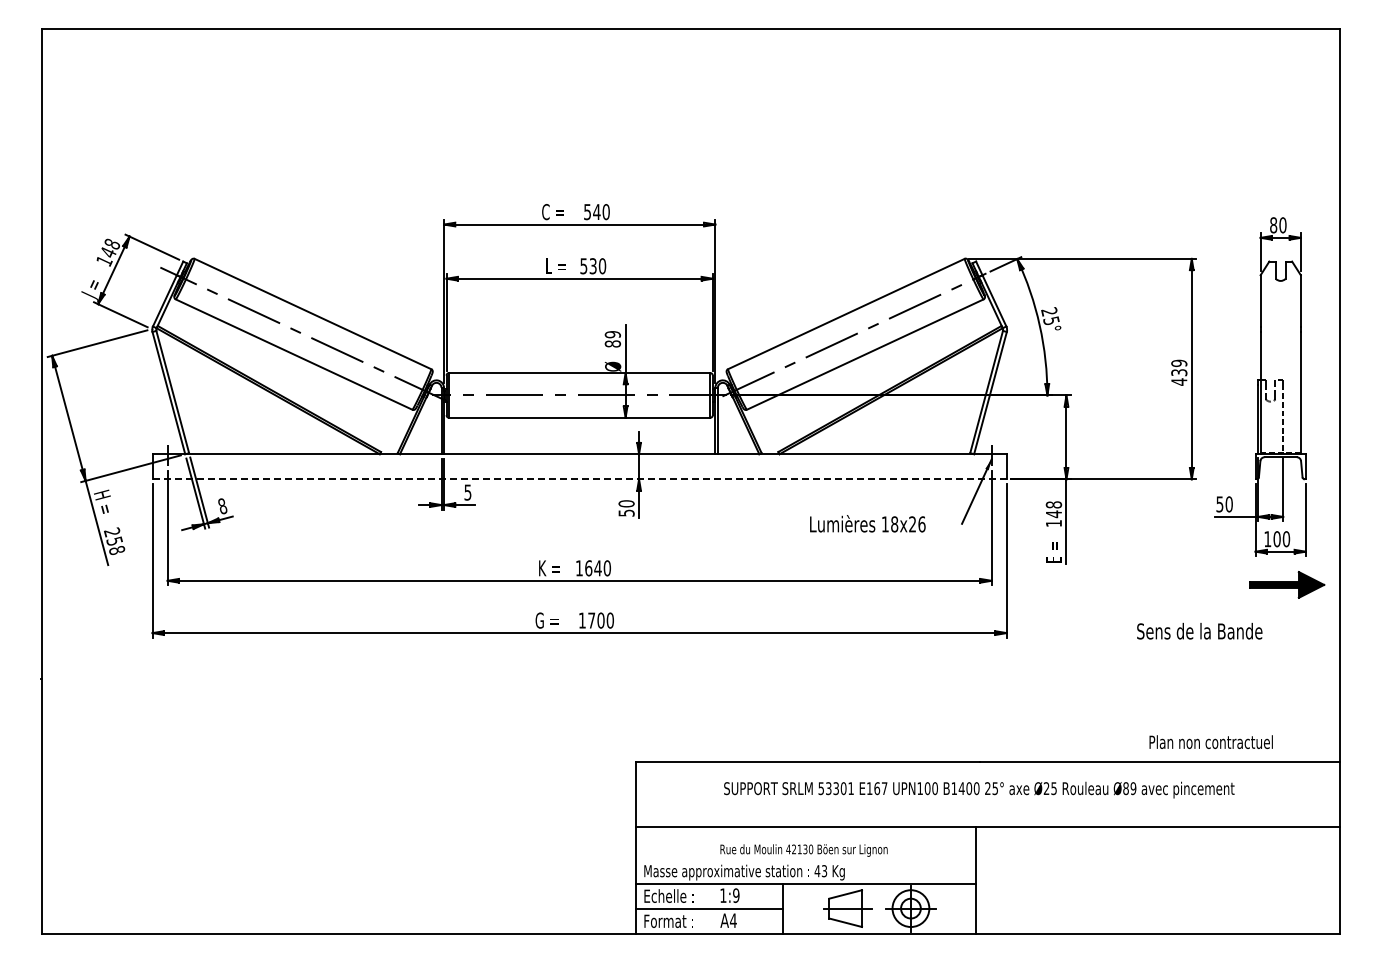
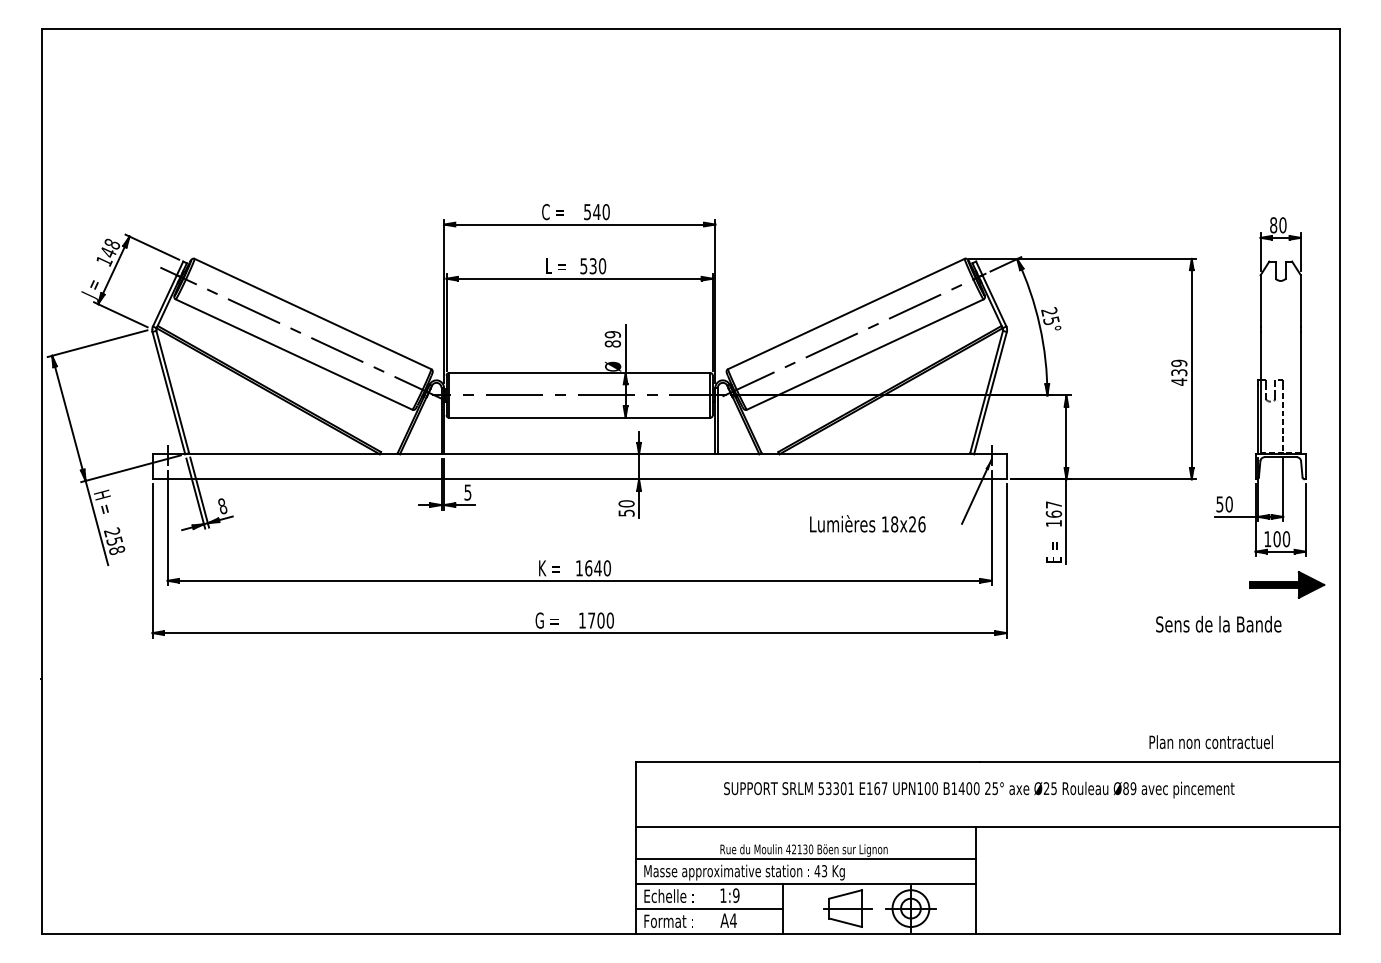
line at (579, 479): dashed -> solid
text at (1053, 509): 148 -> 167
text at (1199, 630) position: (1199, 630) -> (1218, 623)
line at (805, 859): none -> present
